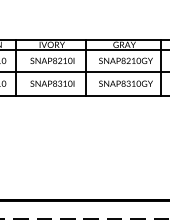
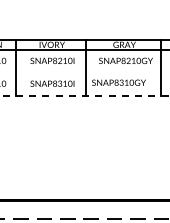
line at (84, 71): present -> none
text at (125, 83) position: (125, 83) -> (118, 82)
line at (85, 96): solid -> dashed
